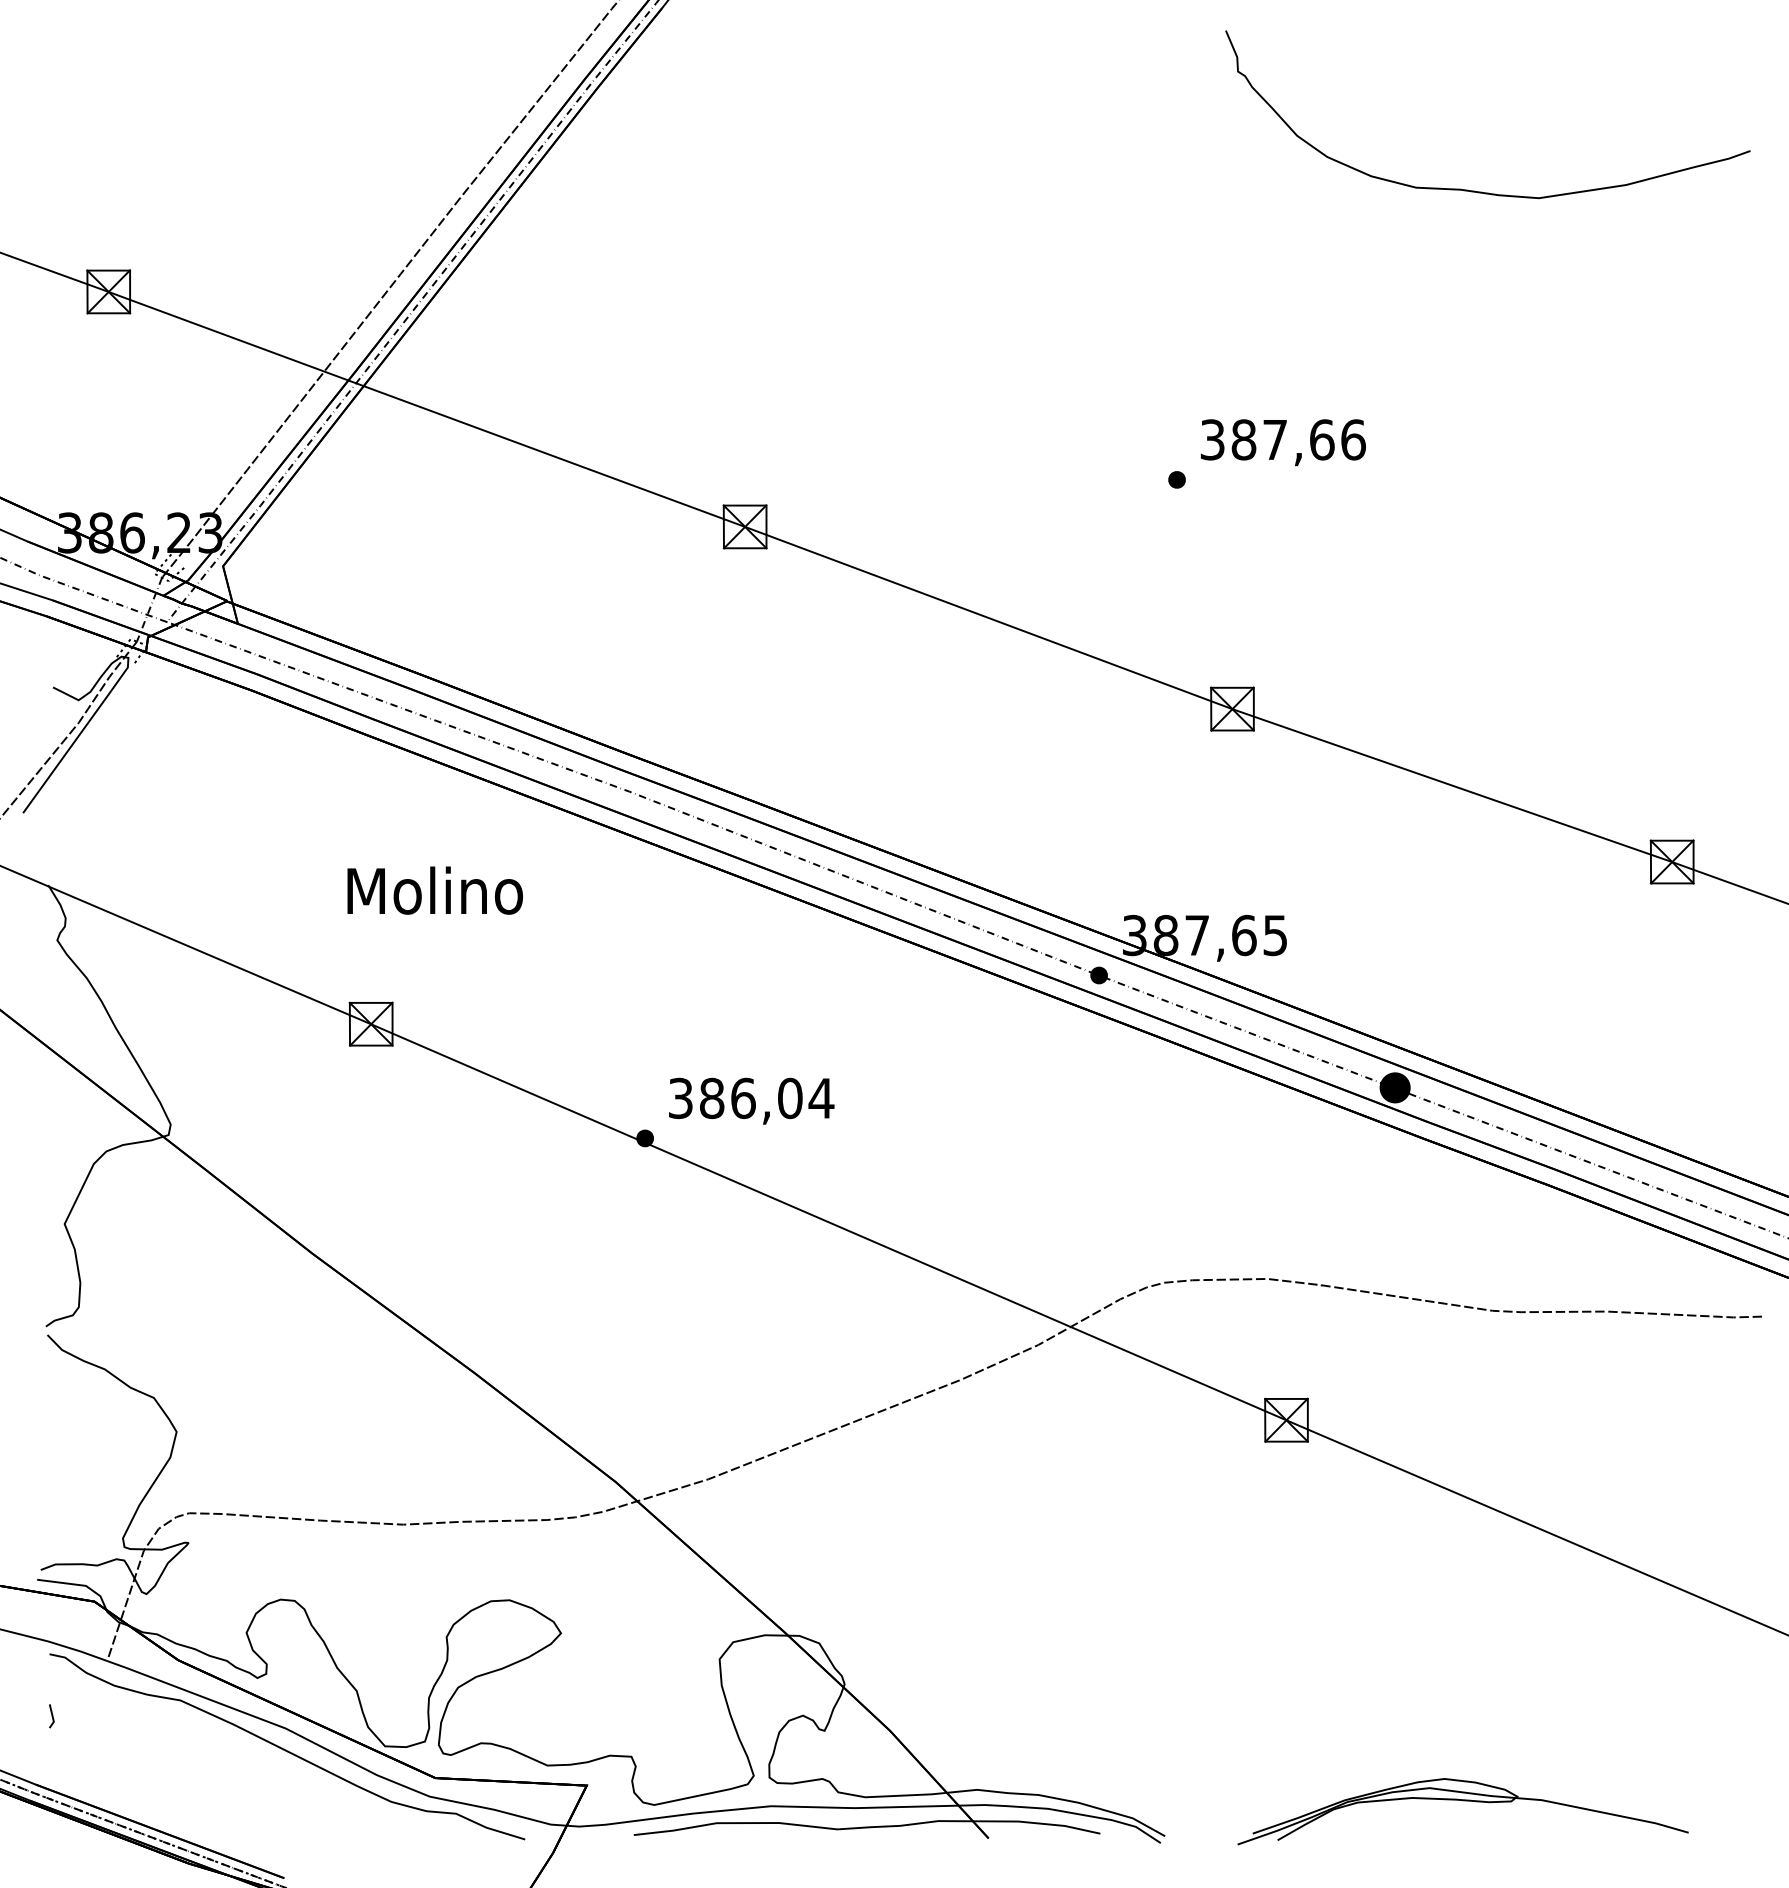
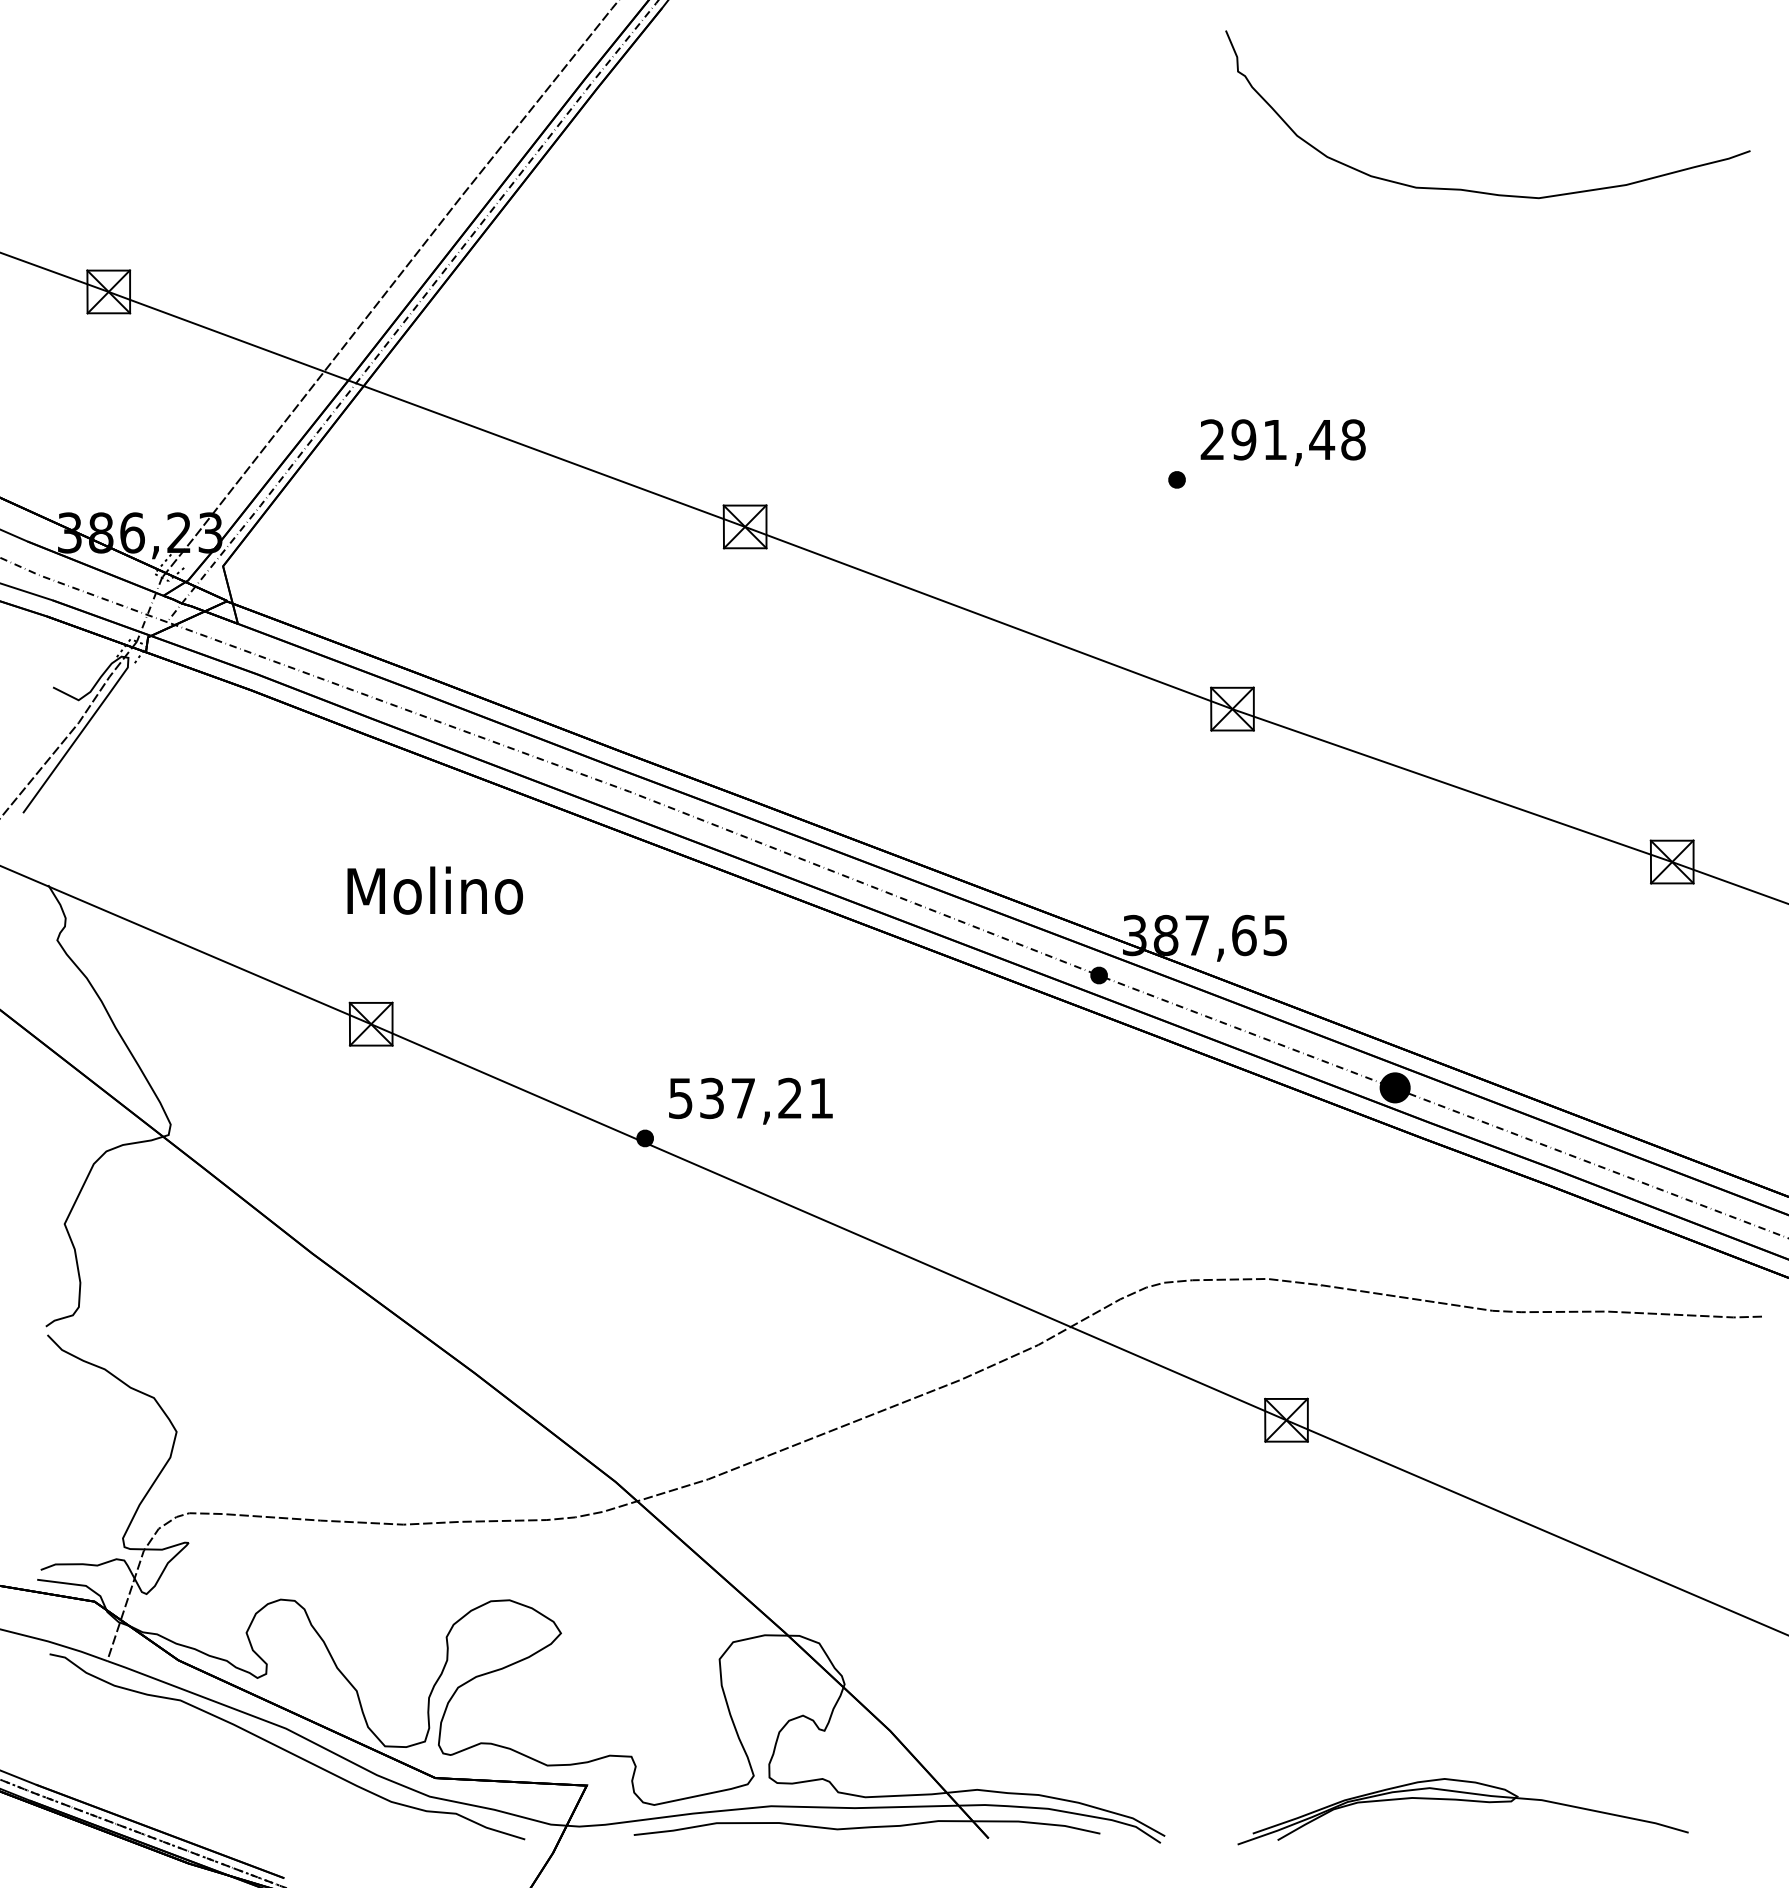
text at (1282, 439): 387,66 -> 291,48
text at (751, 1098): 386,04 -> 537,21
line at (51, 1716): present -> none
